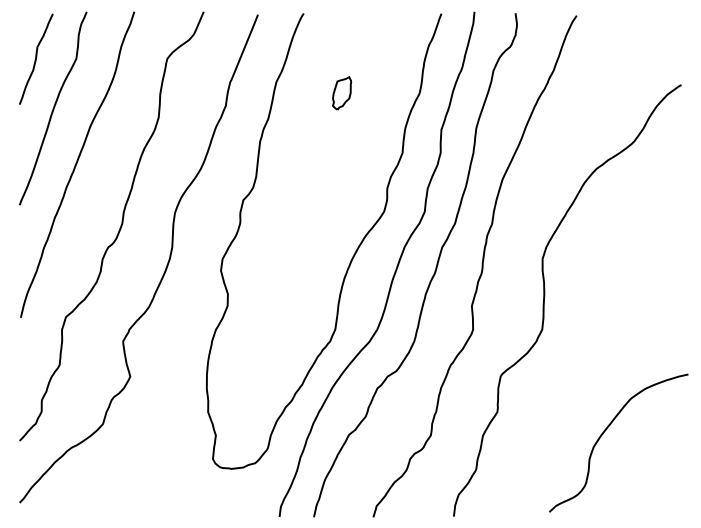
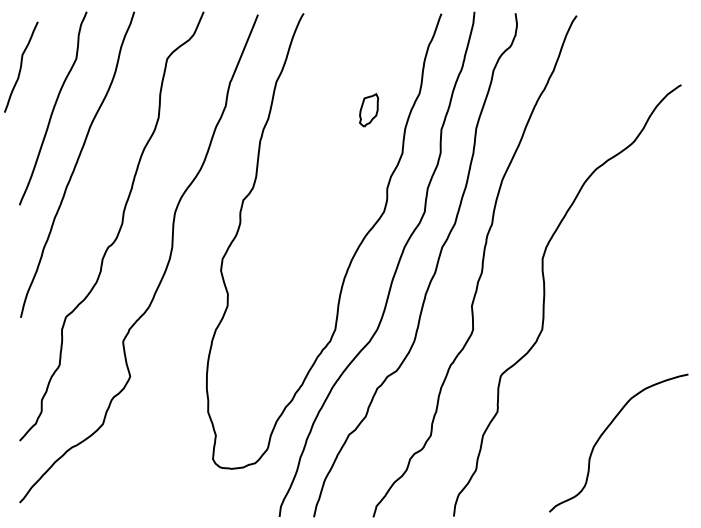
curve at (36, 58) position: (36, 58) -> (21, 66)
part at (342, 93) position: (342, 93) -> (369, 110)
